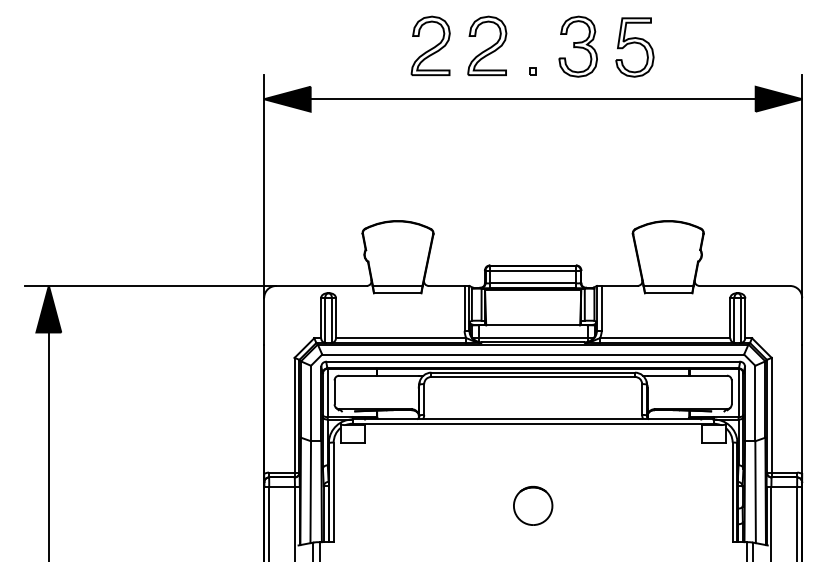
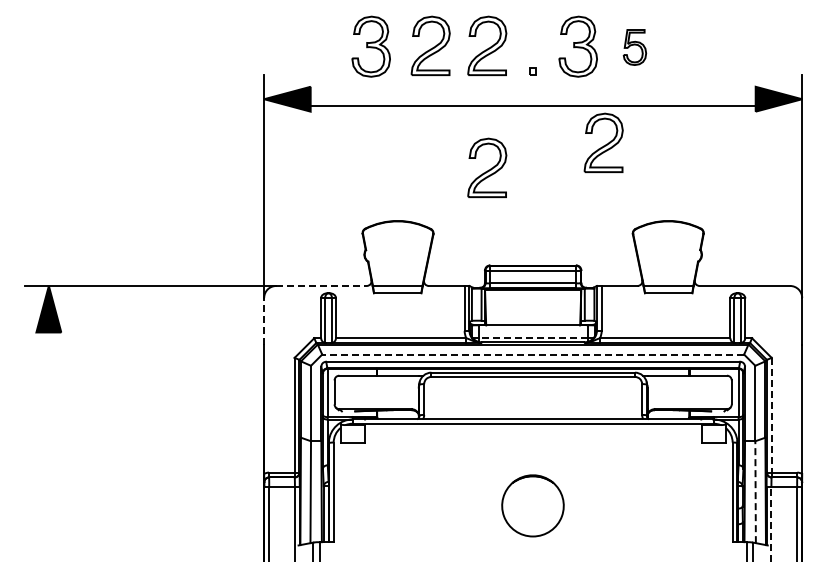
part at (370, 46): none -> present
part at (634, 47) size: 40x61 px -> 26x37 px
line at (532, 99) position: (532, 99) -> (532, 106)
part at (603, 142): none -> present
part at (487, 167): none -> present
line at (321, 285): solid -> dashed
line at (264, 320): solid -> dashed
line at (532, 337): solid -> dashed
line at (533, 354): solid -> dashed
line at (771, 415): solid -> dashed
line at (48, 445): present -> none
line at (755, 492): solid -> dashed
part at (533, 505) size: 41x40 px -> 64x64 px
line at (771, 523): solid -> dashed
